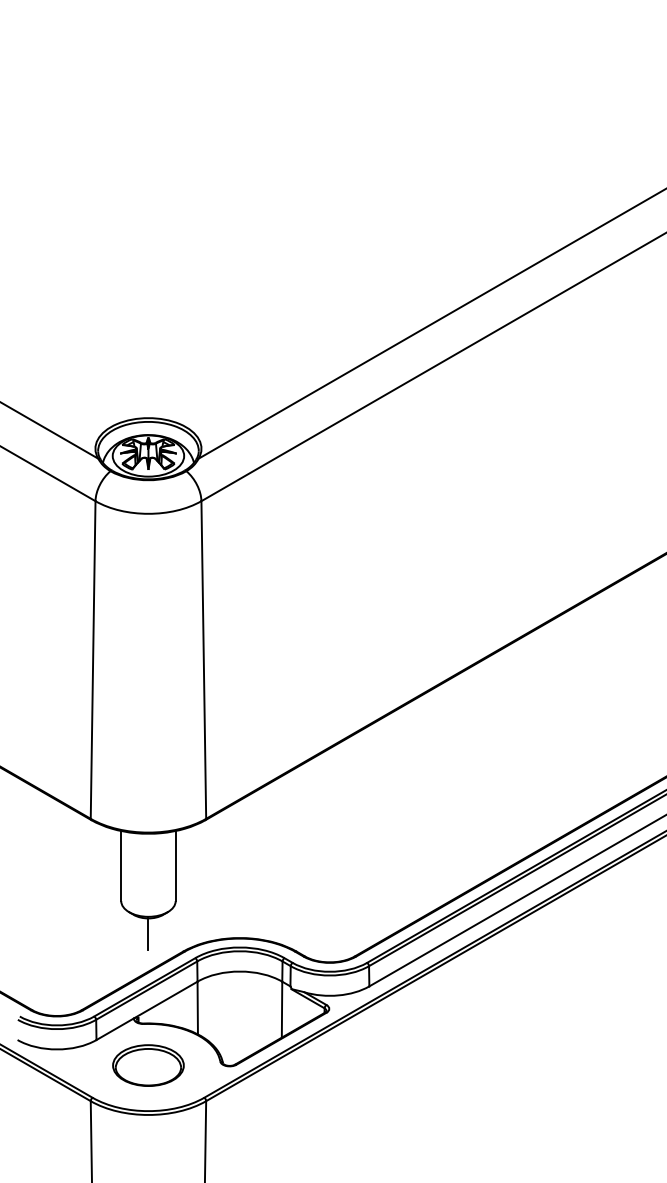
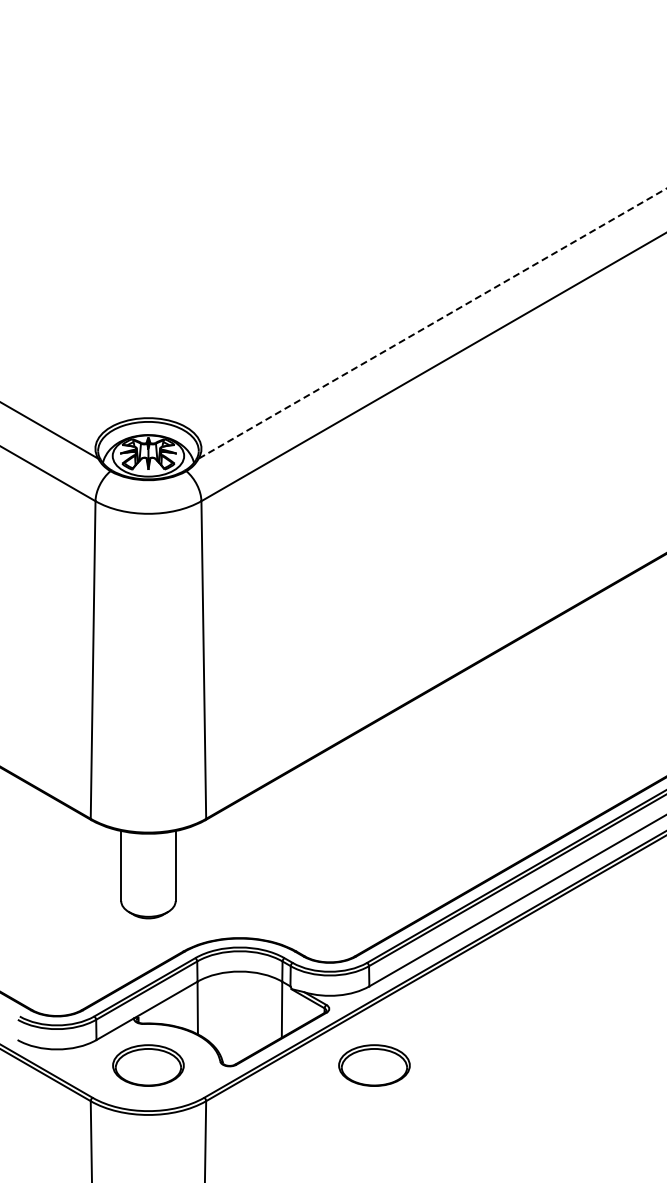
line at (432, 323): solid -> dashed
line at (148, 934): present -> none
part at (374, 1065): none -> present
